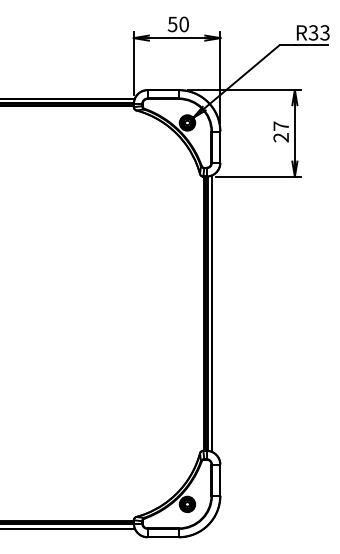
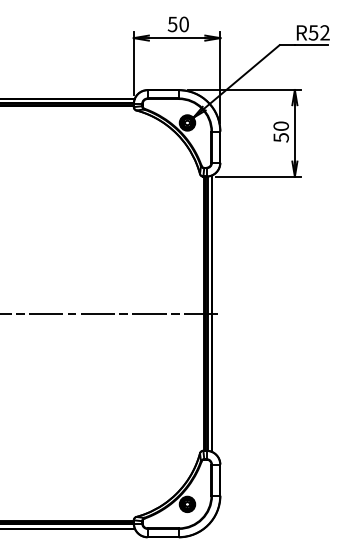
text at (319, 32): R33 -> R52
text at (280, 131): 27 -> 50
line at (112, 313): none -> present
